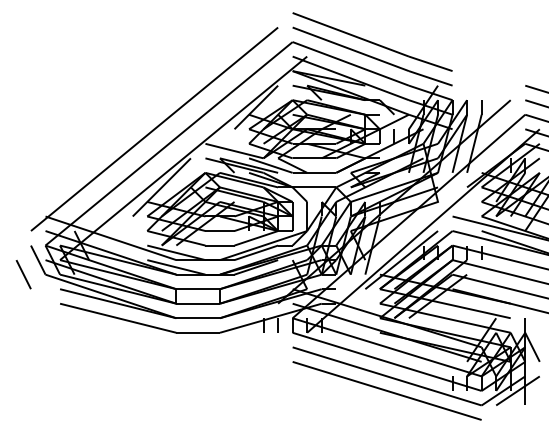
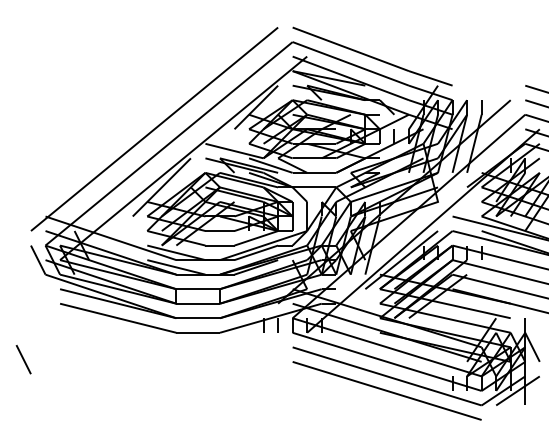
part at (372, 41): present -> none
line at (23, 274) position: (23, 274) -> (23, 359)
